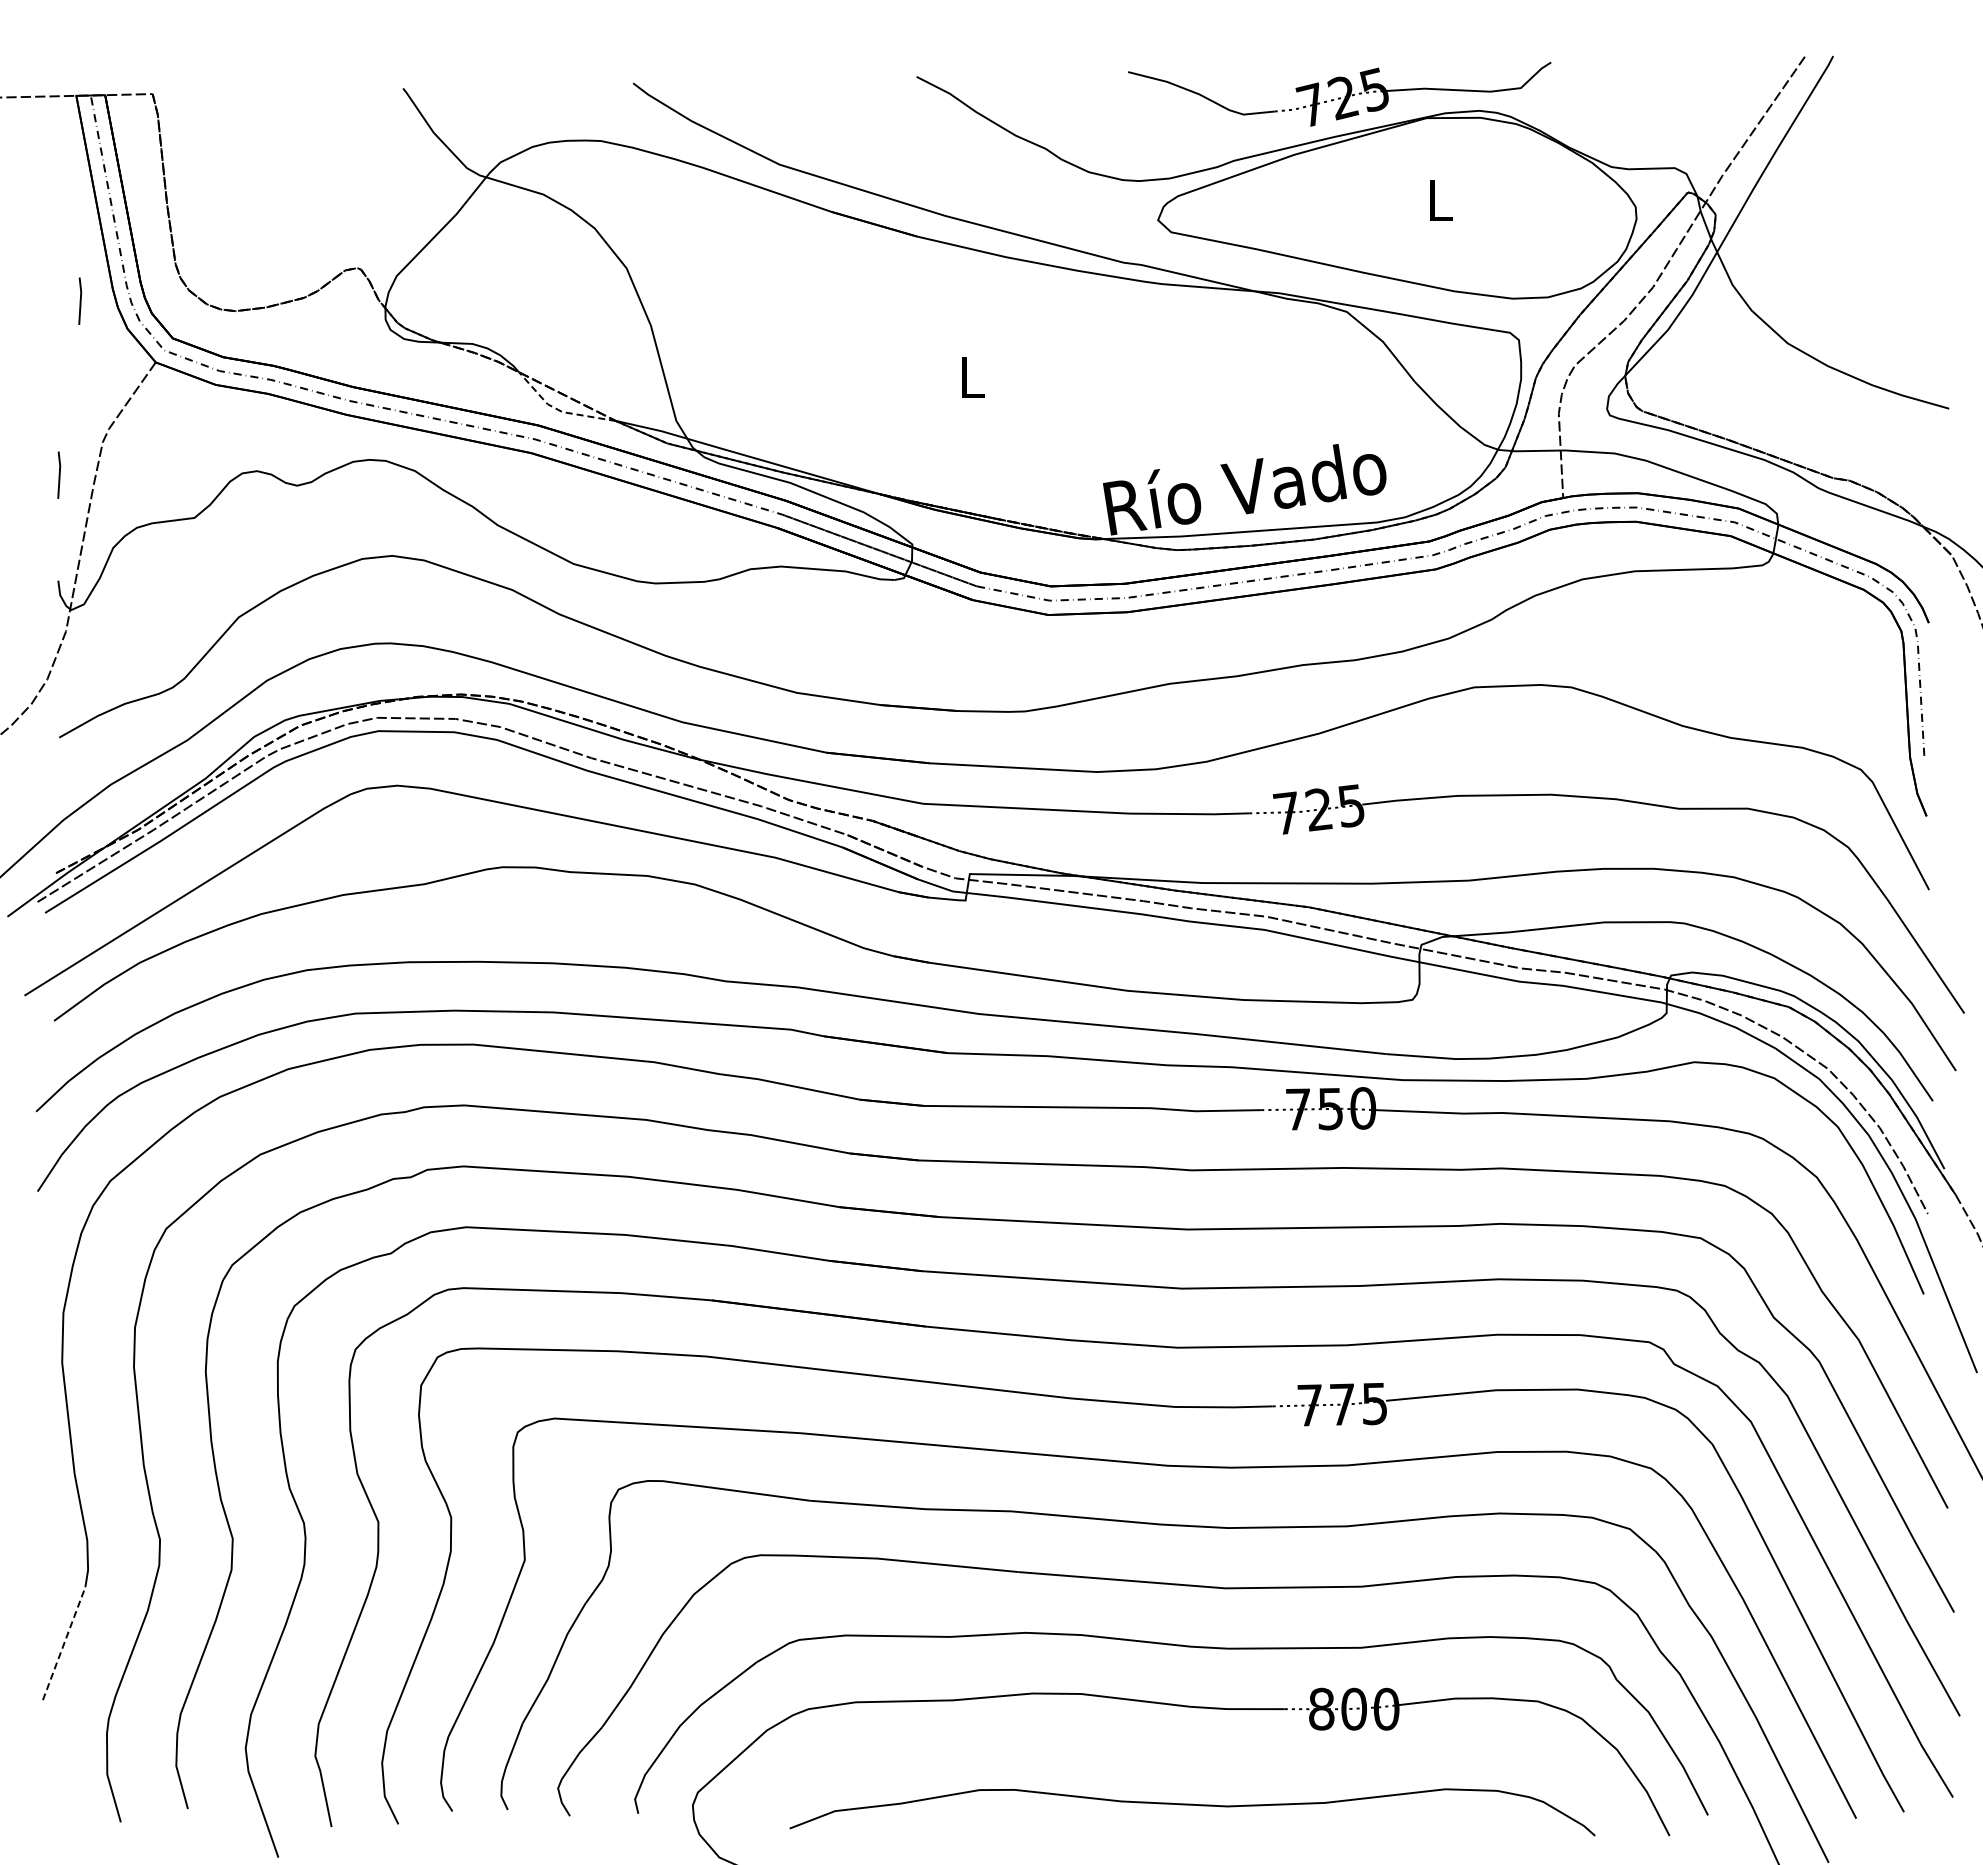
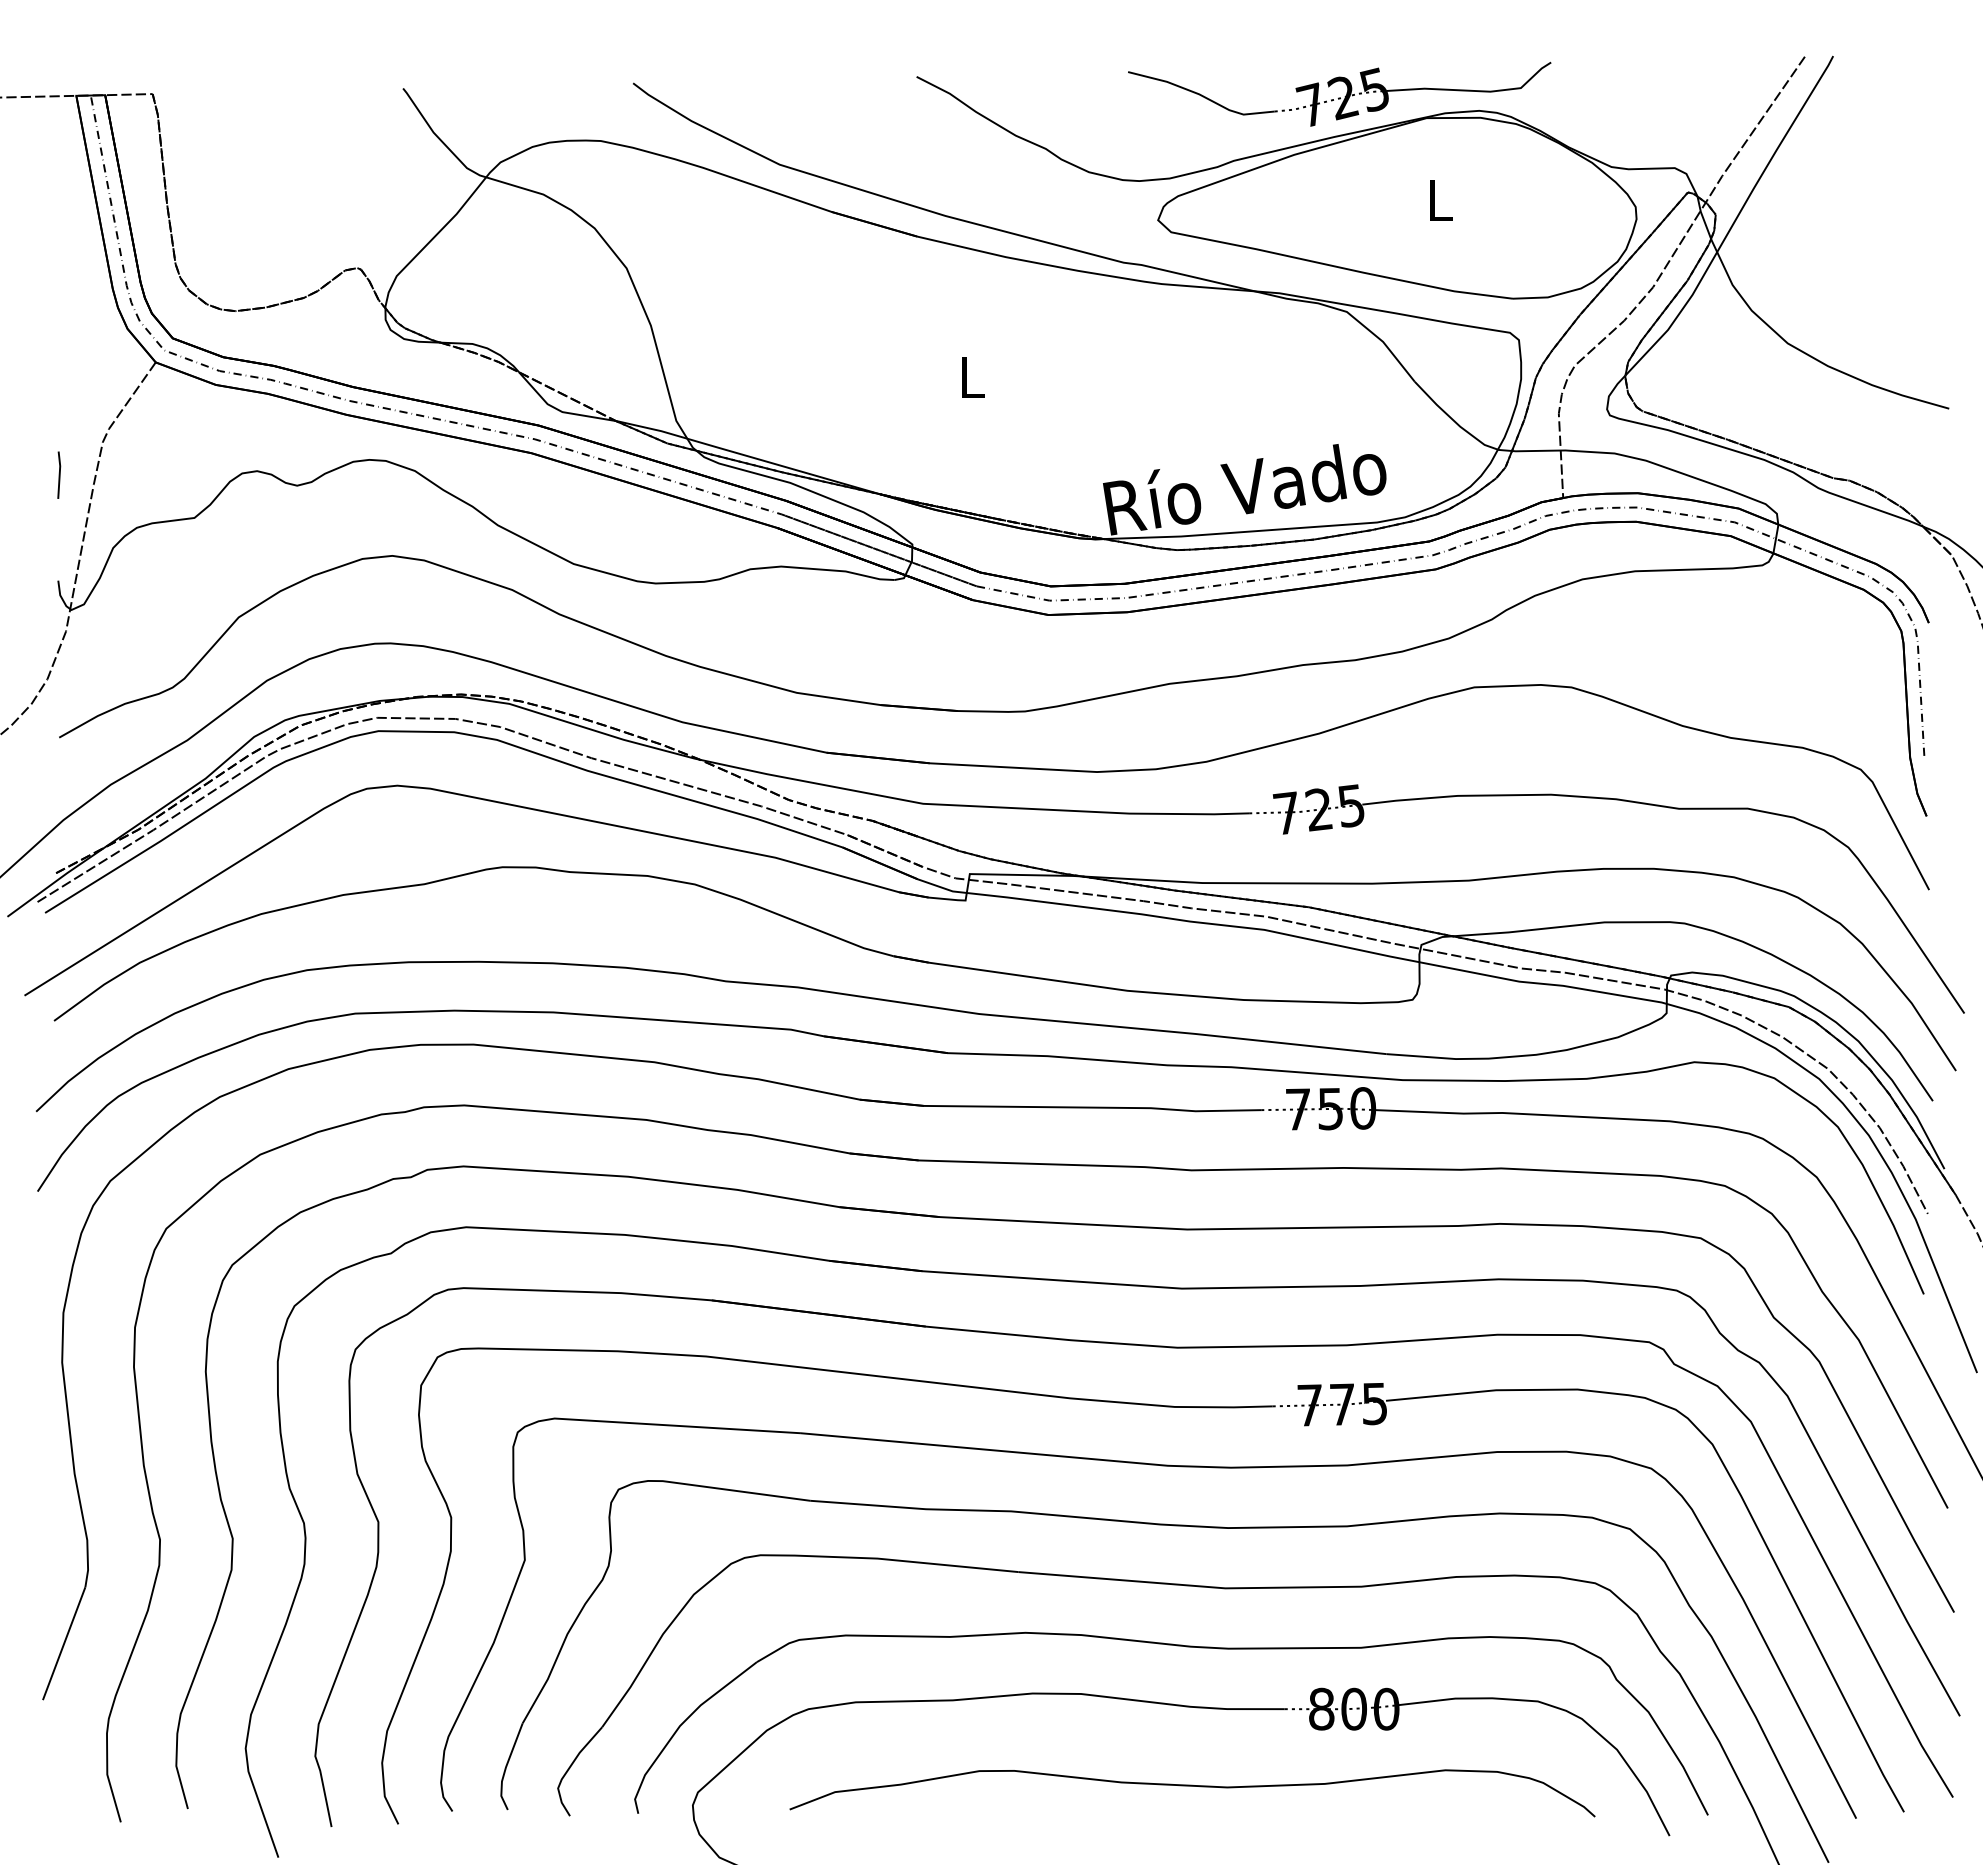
line at (80, 300): present -> none
line at (559, 410): dashed -> solid
line at (64, 1643): dashed -> solid
curve at (1192, 1805) position: (1192, 1805) -> (1192, 1786)
